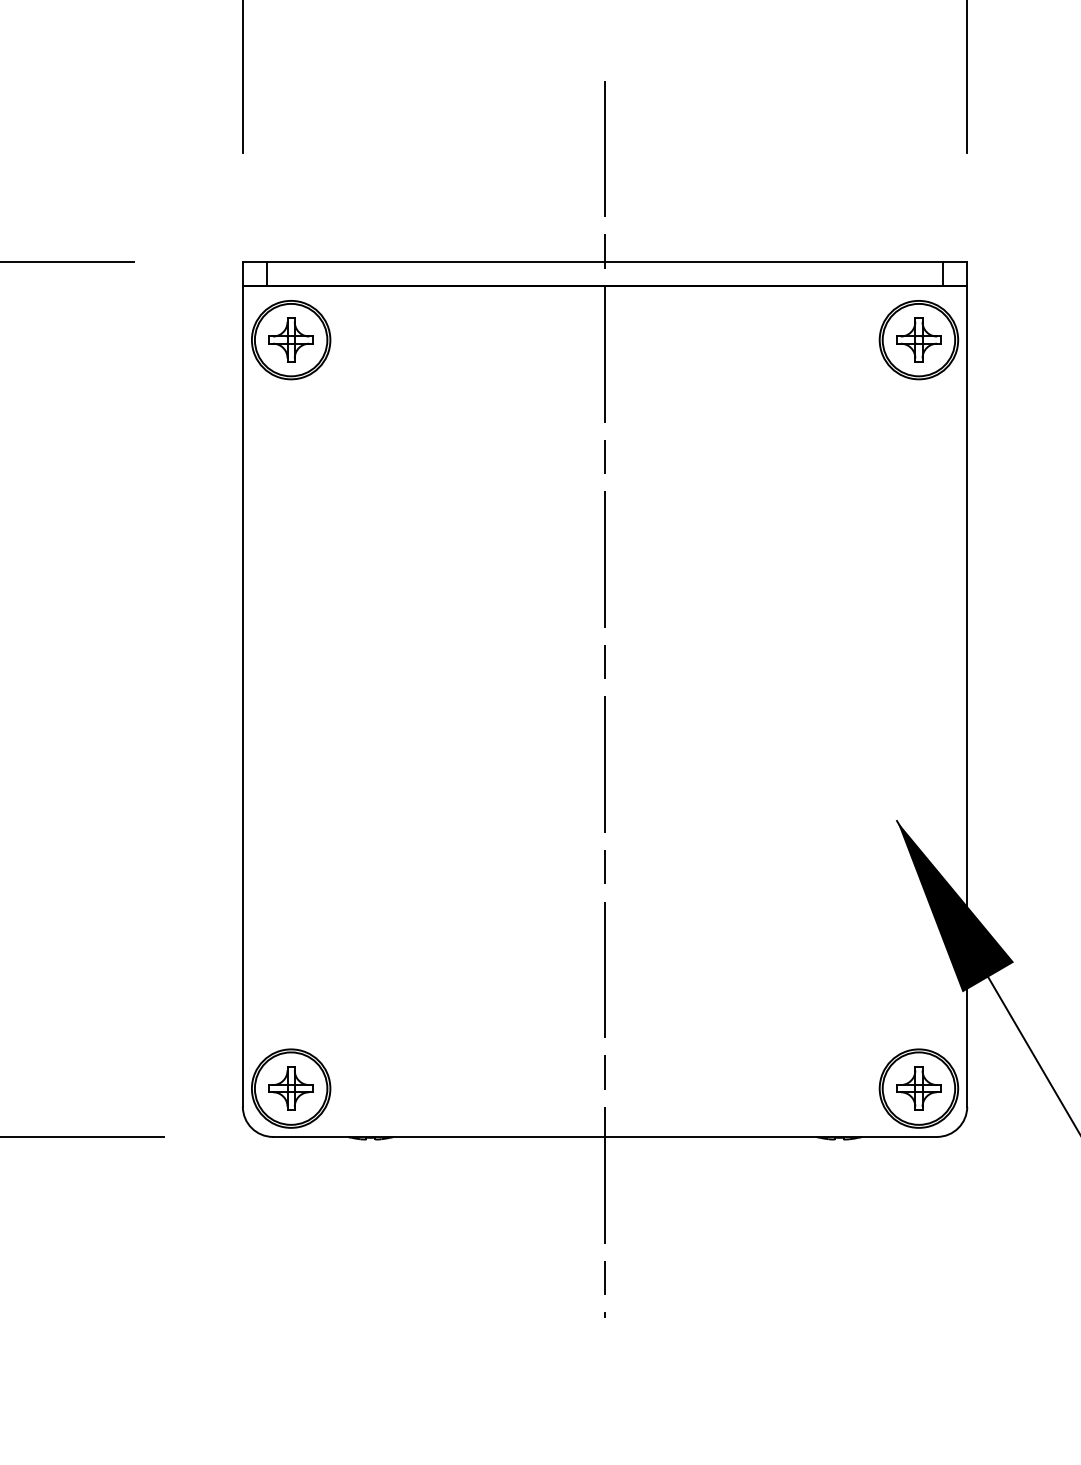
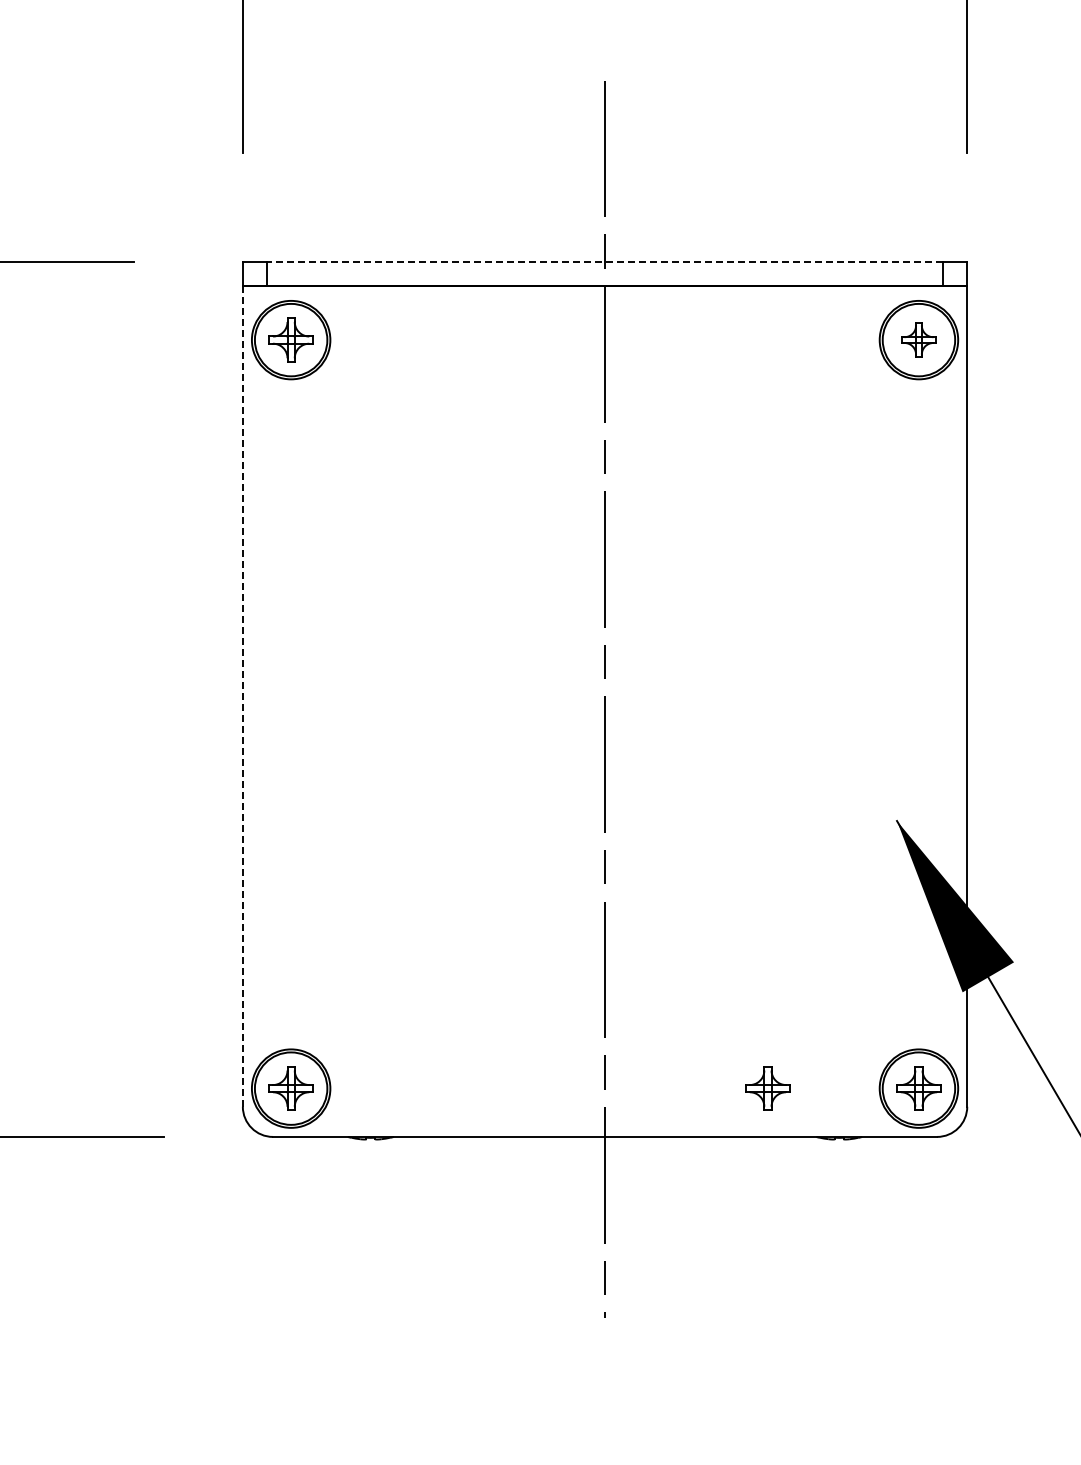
line at (604, 261): solid -> dashed
part at (918, 339) size: 46x46 px -> 36x36 px
line at (242, 695): solid -> dashed
part at (767, 1088): none -> present
